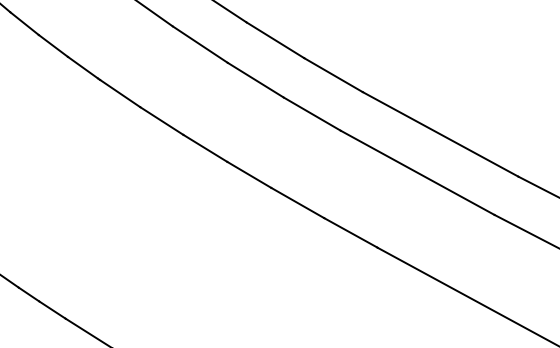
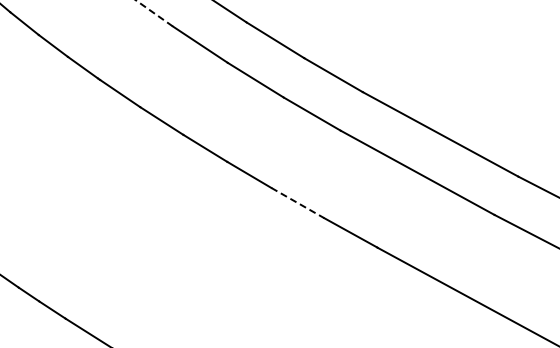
line at (154, 13): solid -> dashed
line at (298, 203): solid -> dashed
